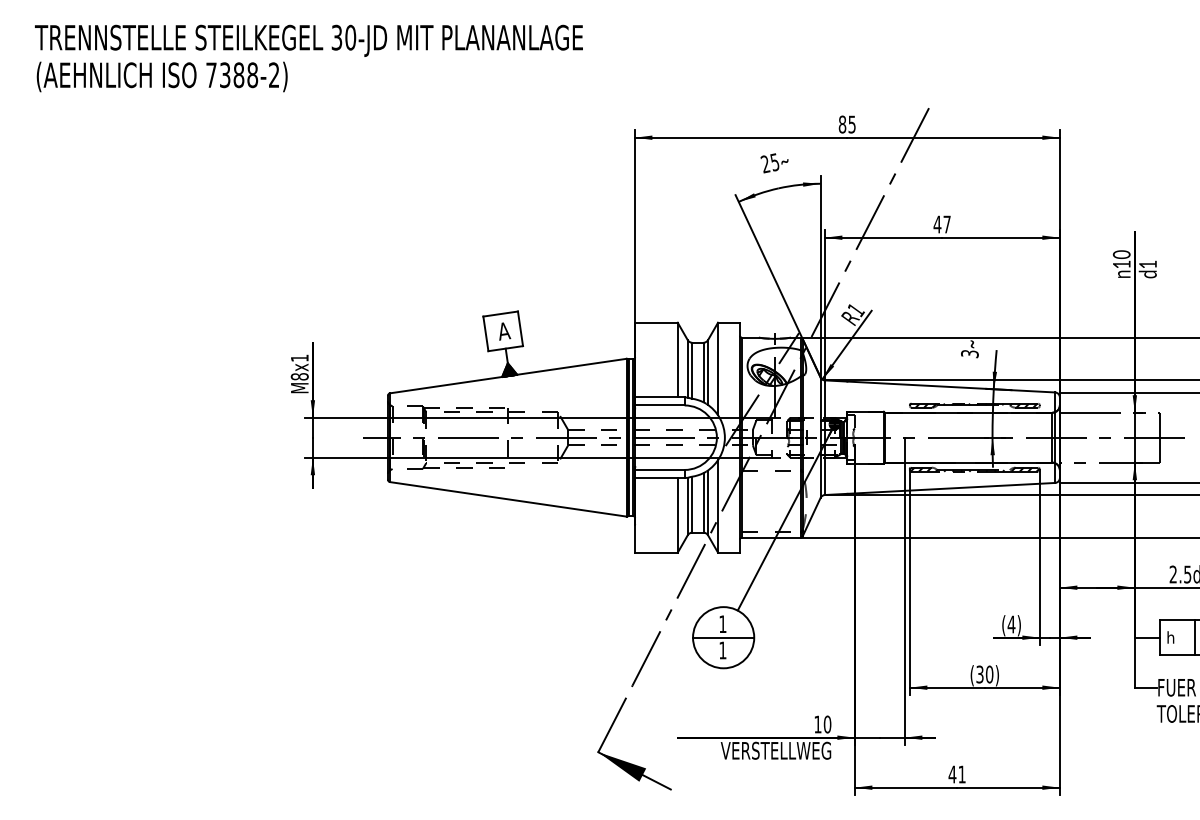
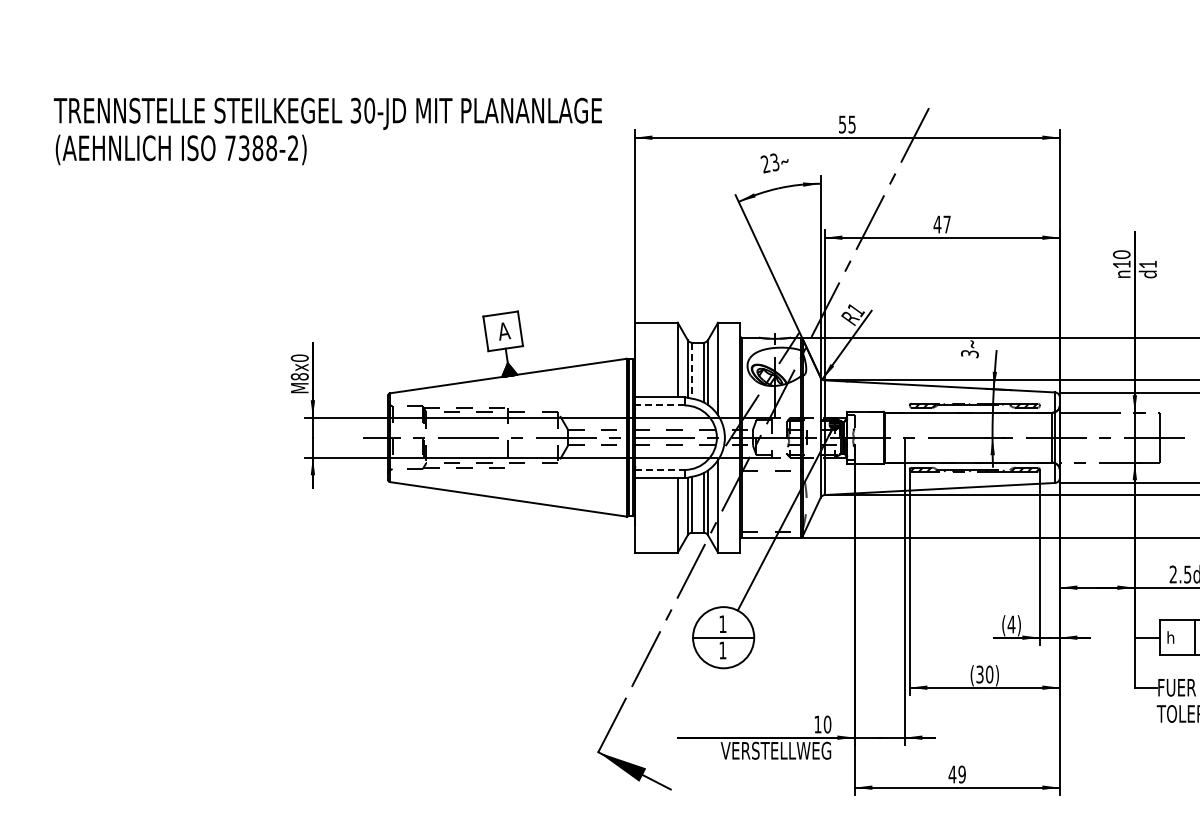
text at (308, 58) position: (308, 58) -> (327, 131)
text at (842, 124): 85 -> 55
text at (774, 161): 25 -> 23
text at (299, 357): M8x1 -> M8x0
line at (692, 370): solid -> dashed
line at (659, 405): solid -> dashed
line at (659, 469): solid -> dashed
text at (961, 774): 41 -> 49
